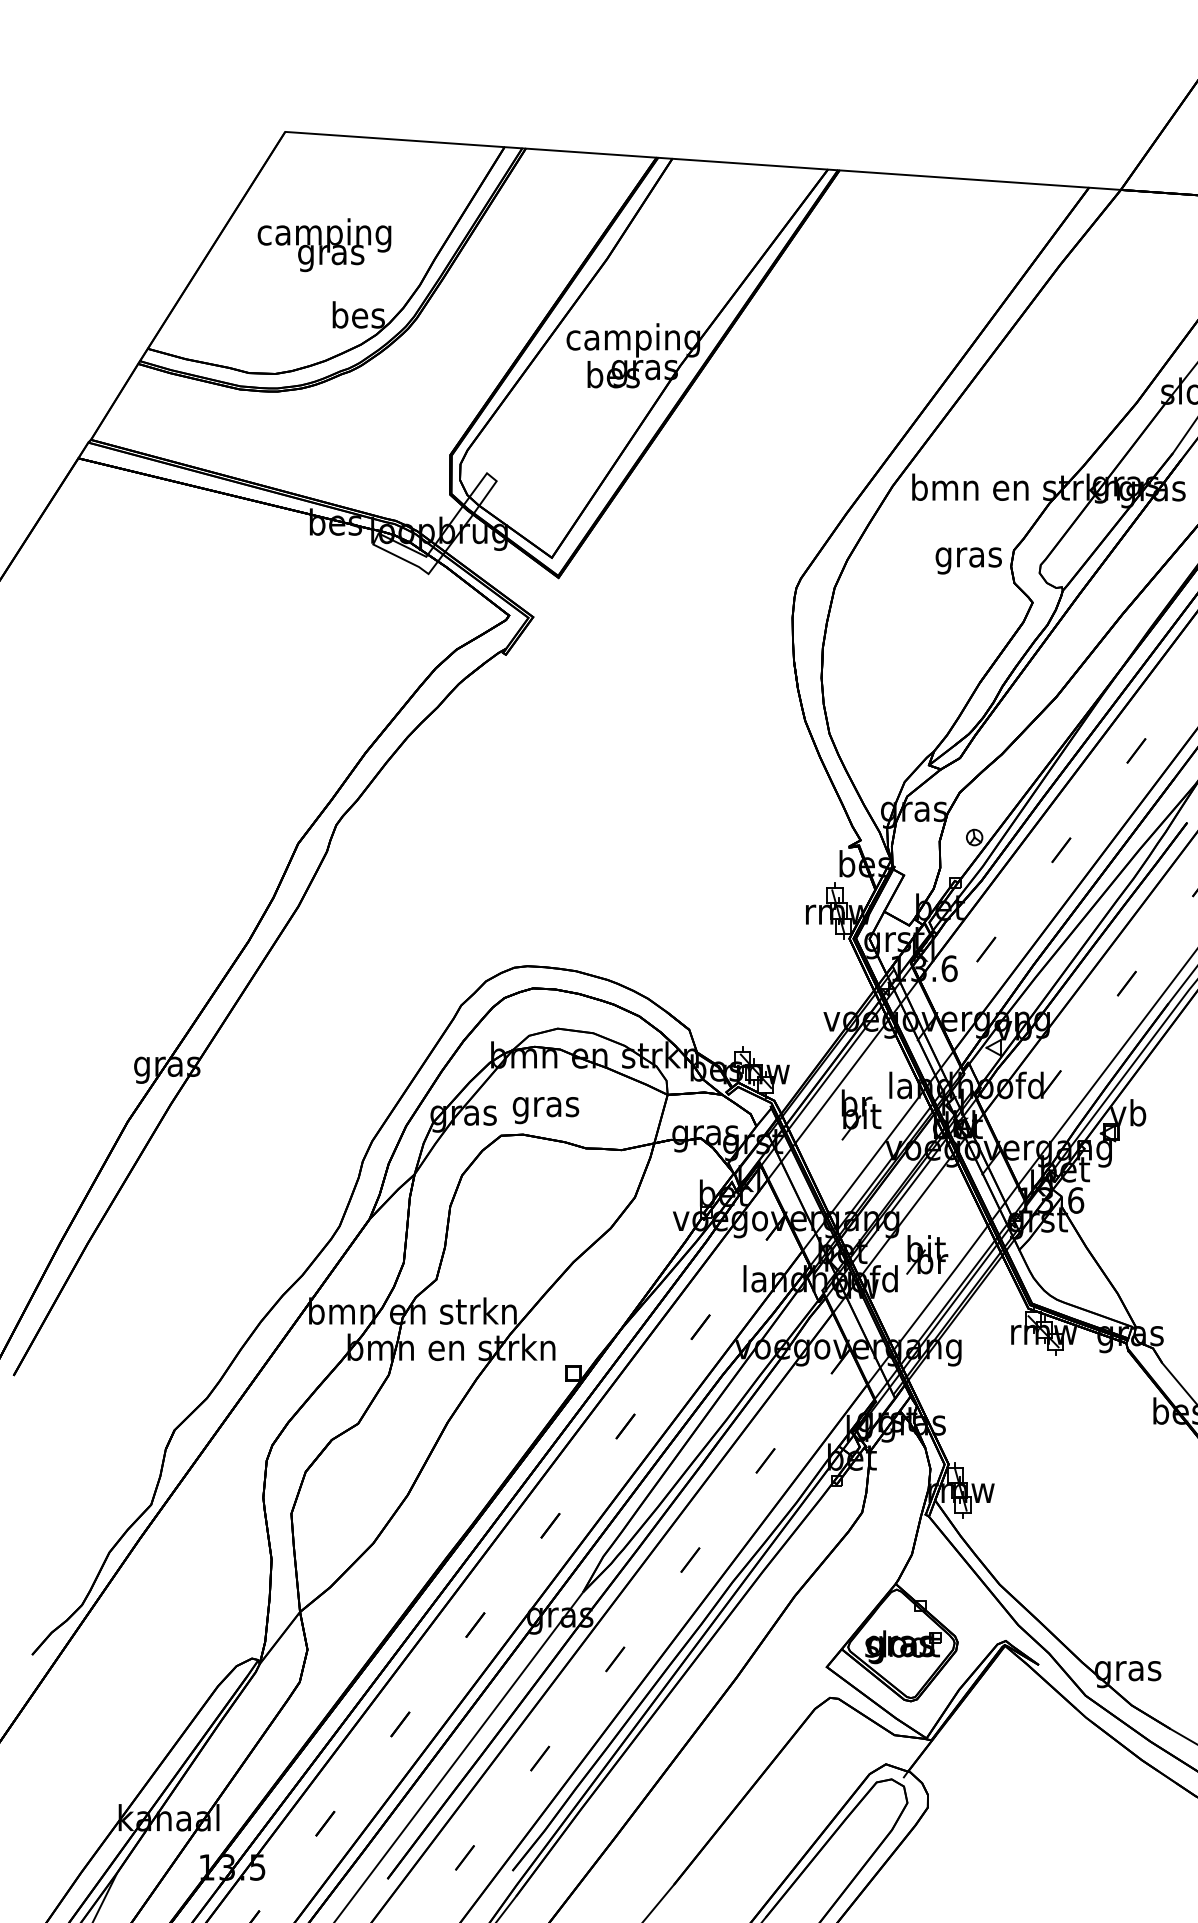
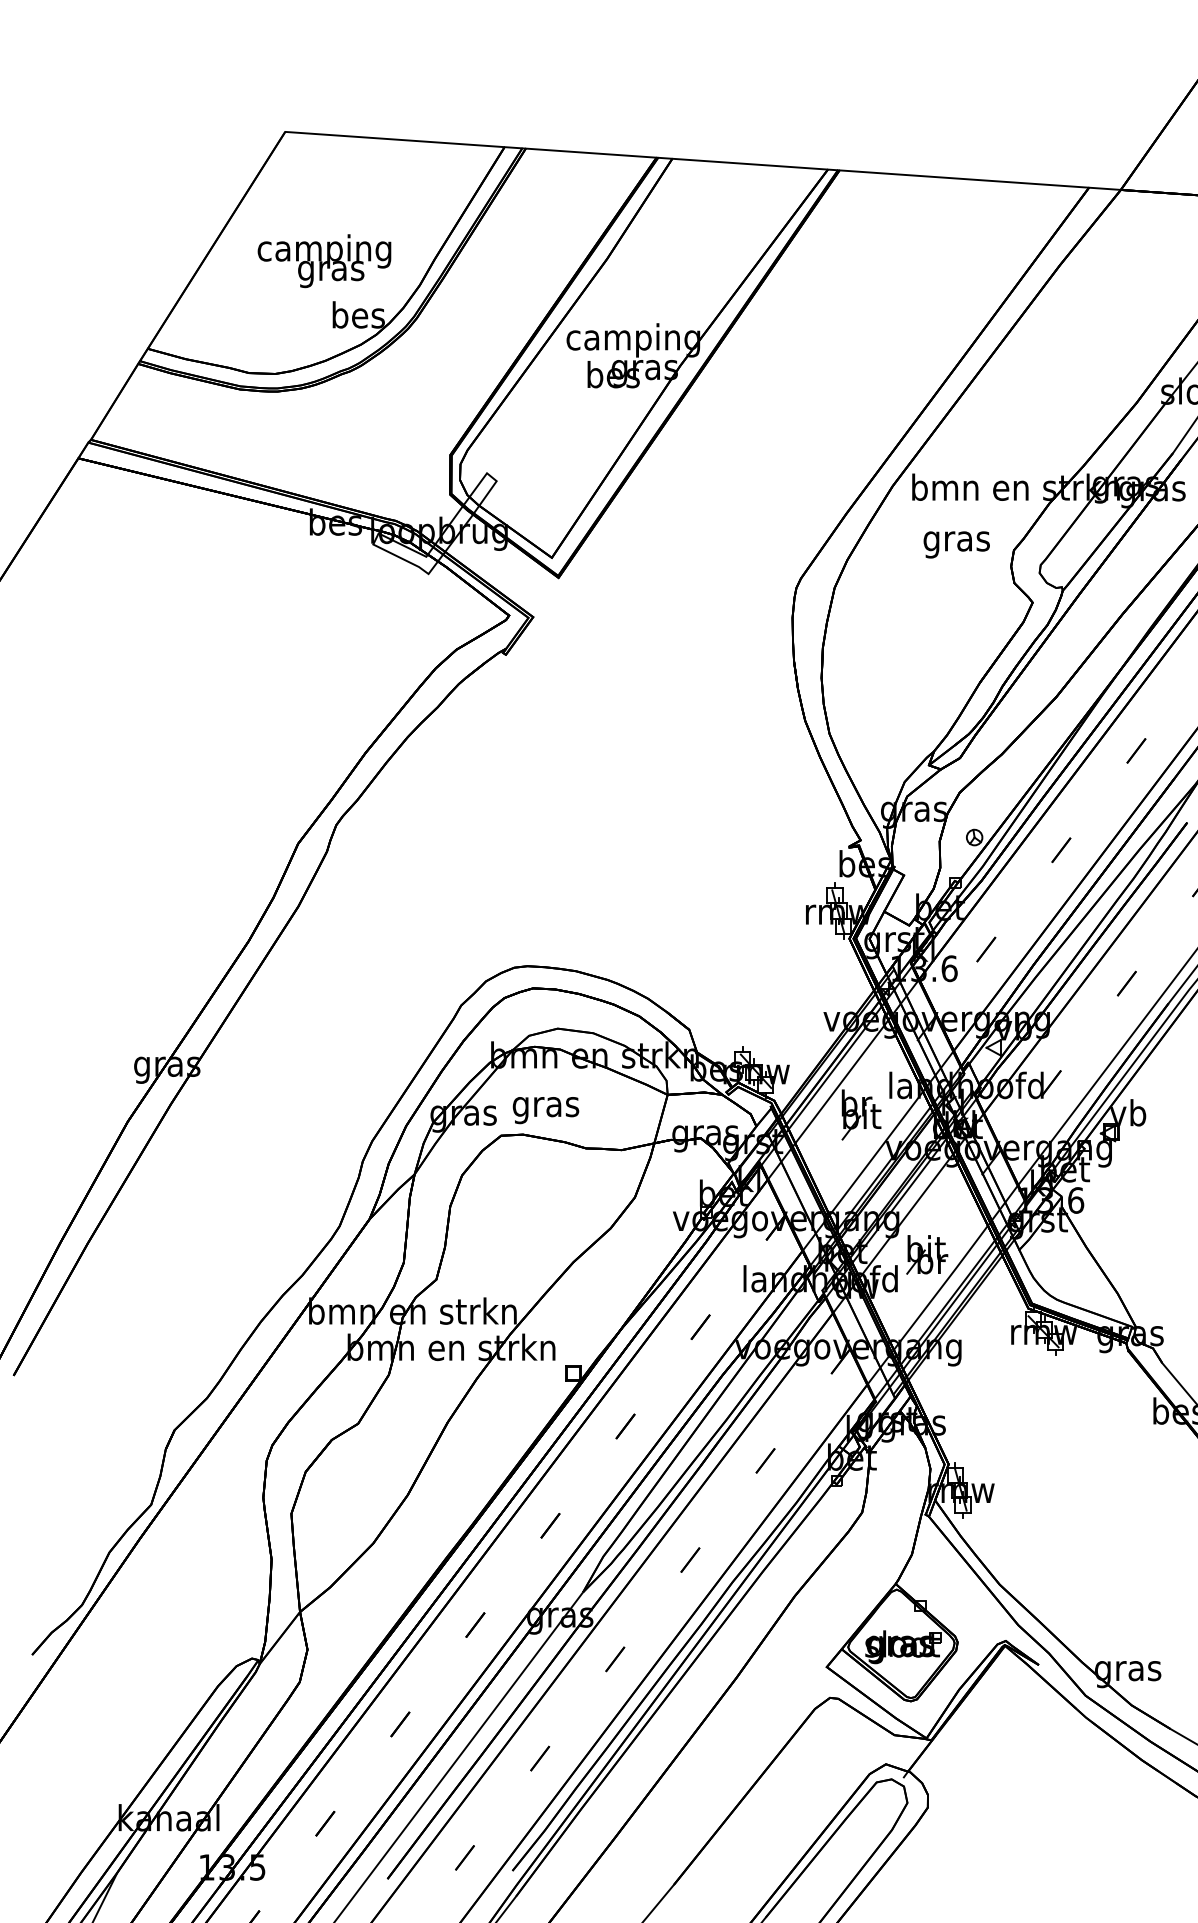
text at (324, 245) position: (324, 245) -> (324, 261)
text at (968, 560) position: (968, 560) -> (956, 544)
